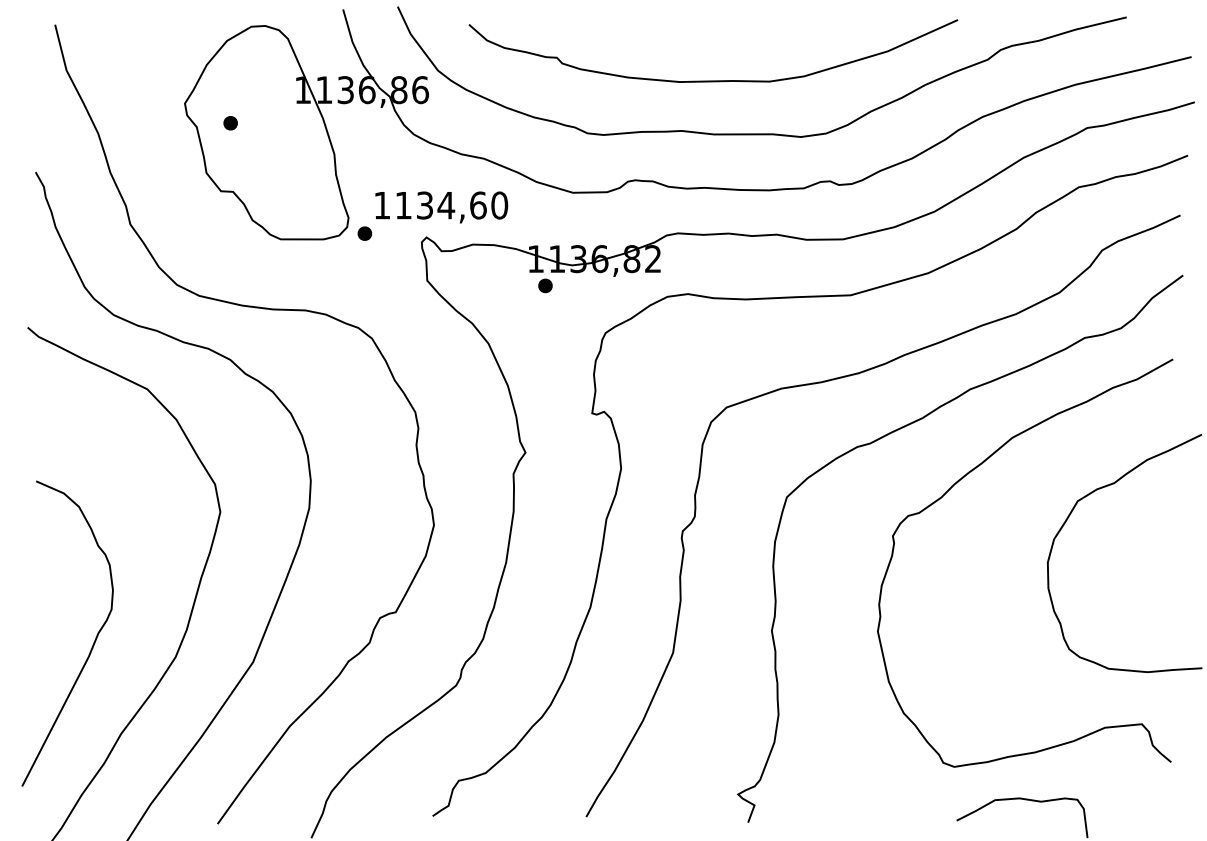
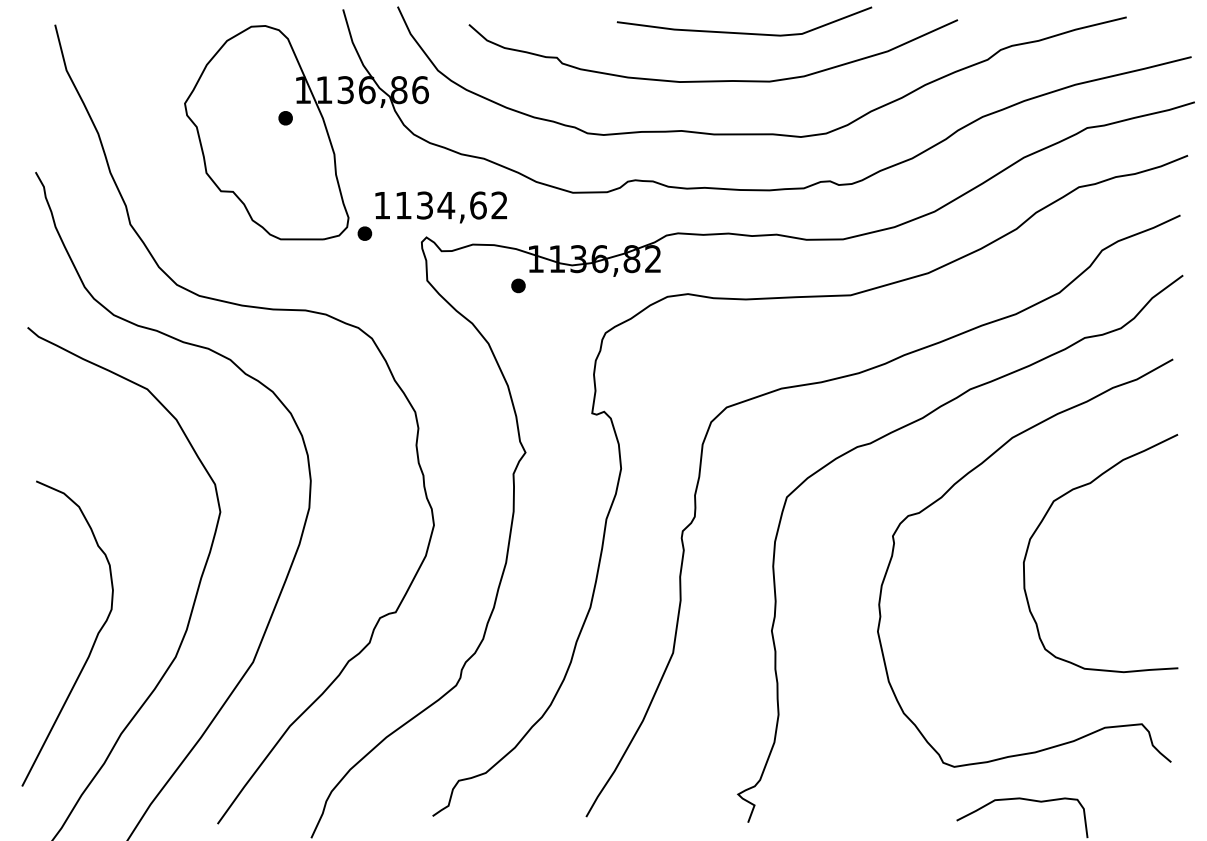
line at (744, 32): none -> present
part at (230, 123) position: (230, 123) -> (285, 118)
text at (499, 205): 1134,60 -> 1134,62
part at (545, 285) position: (545, 285) -> (518, 285)
curve at (1069, 517) position: (1069, 517) -> (1045, 517)
